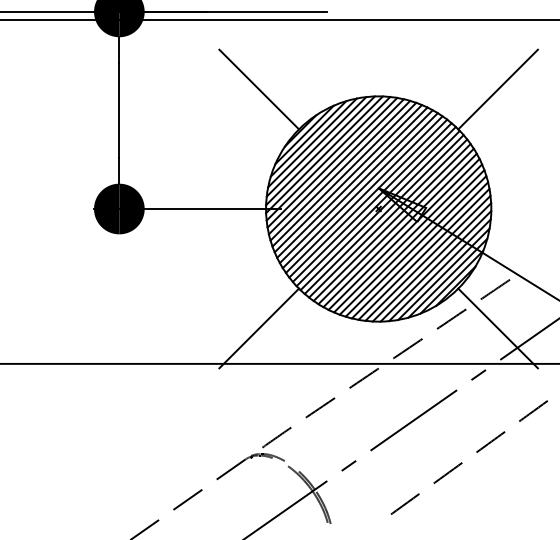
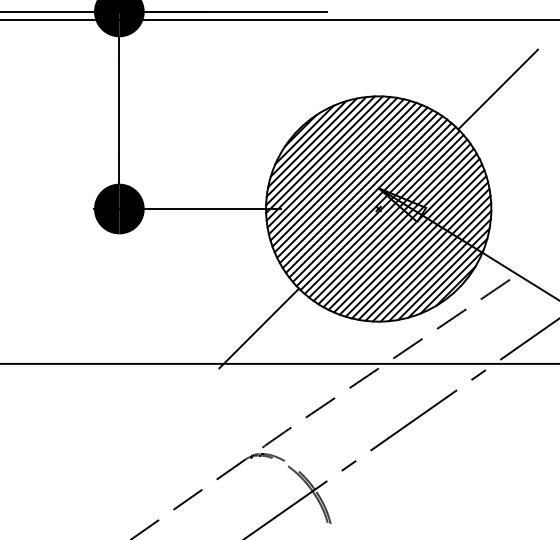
line at (259, 89): present -> none
line at (497, 328): present -> none
curve at (476, 452): present -> none
